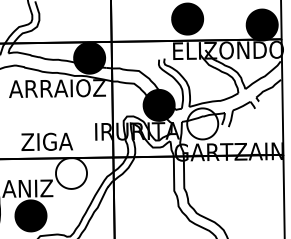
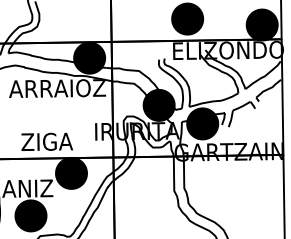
fill at (202, 123): none -> present
fill at (71, 172): none -> present
